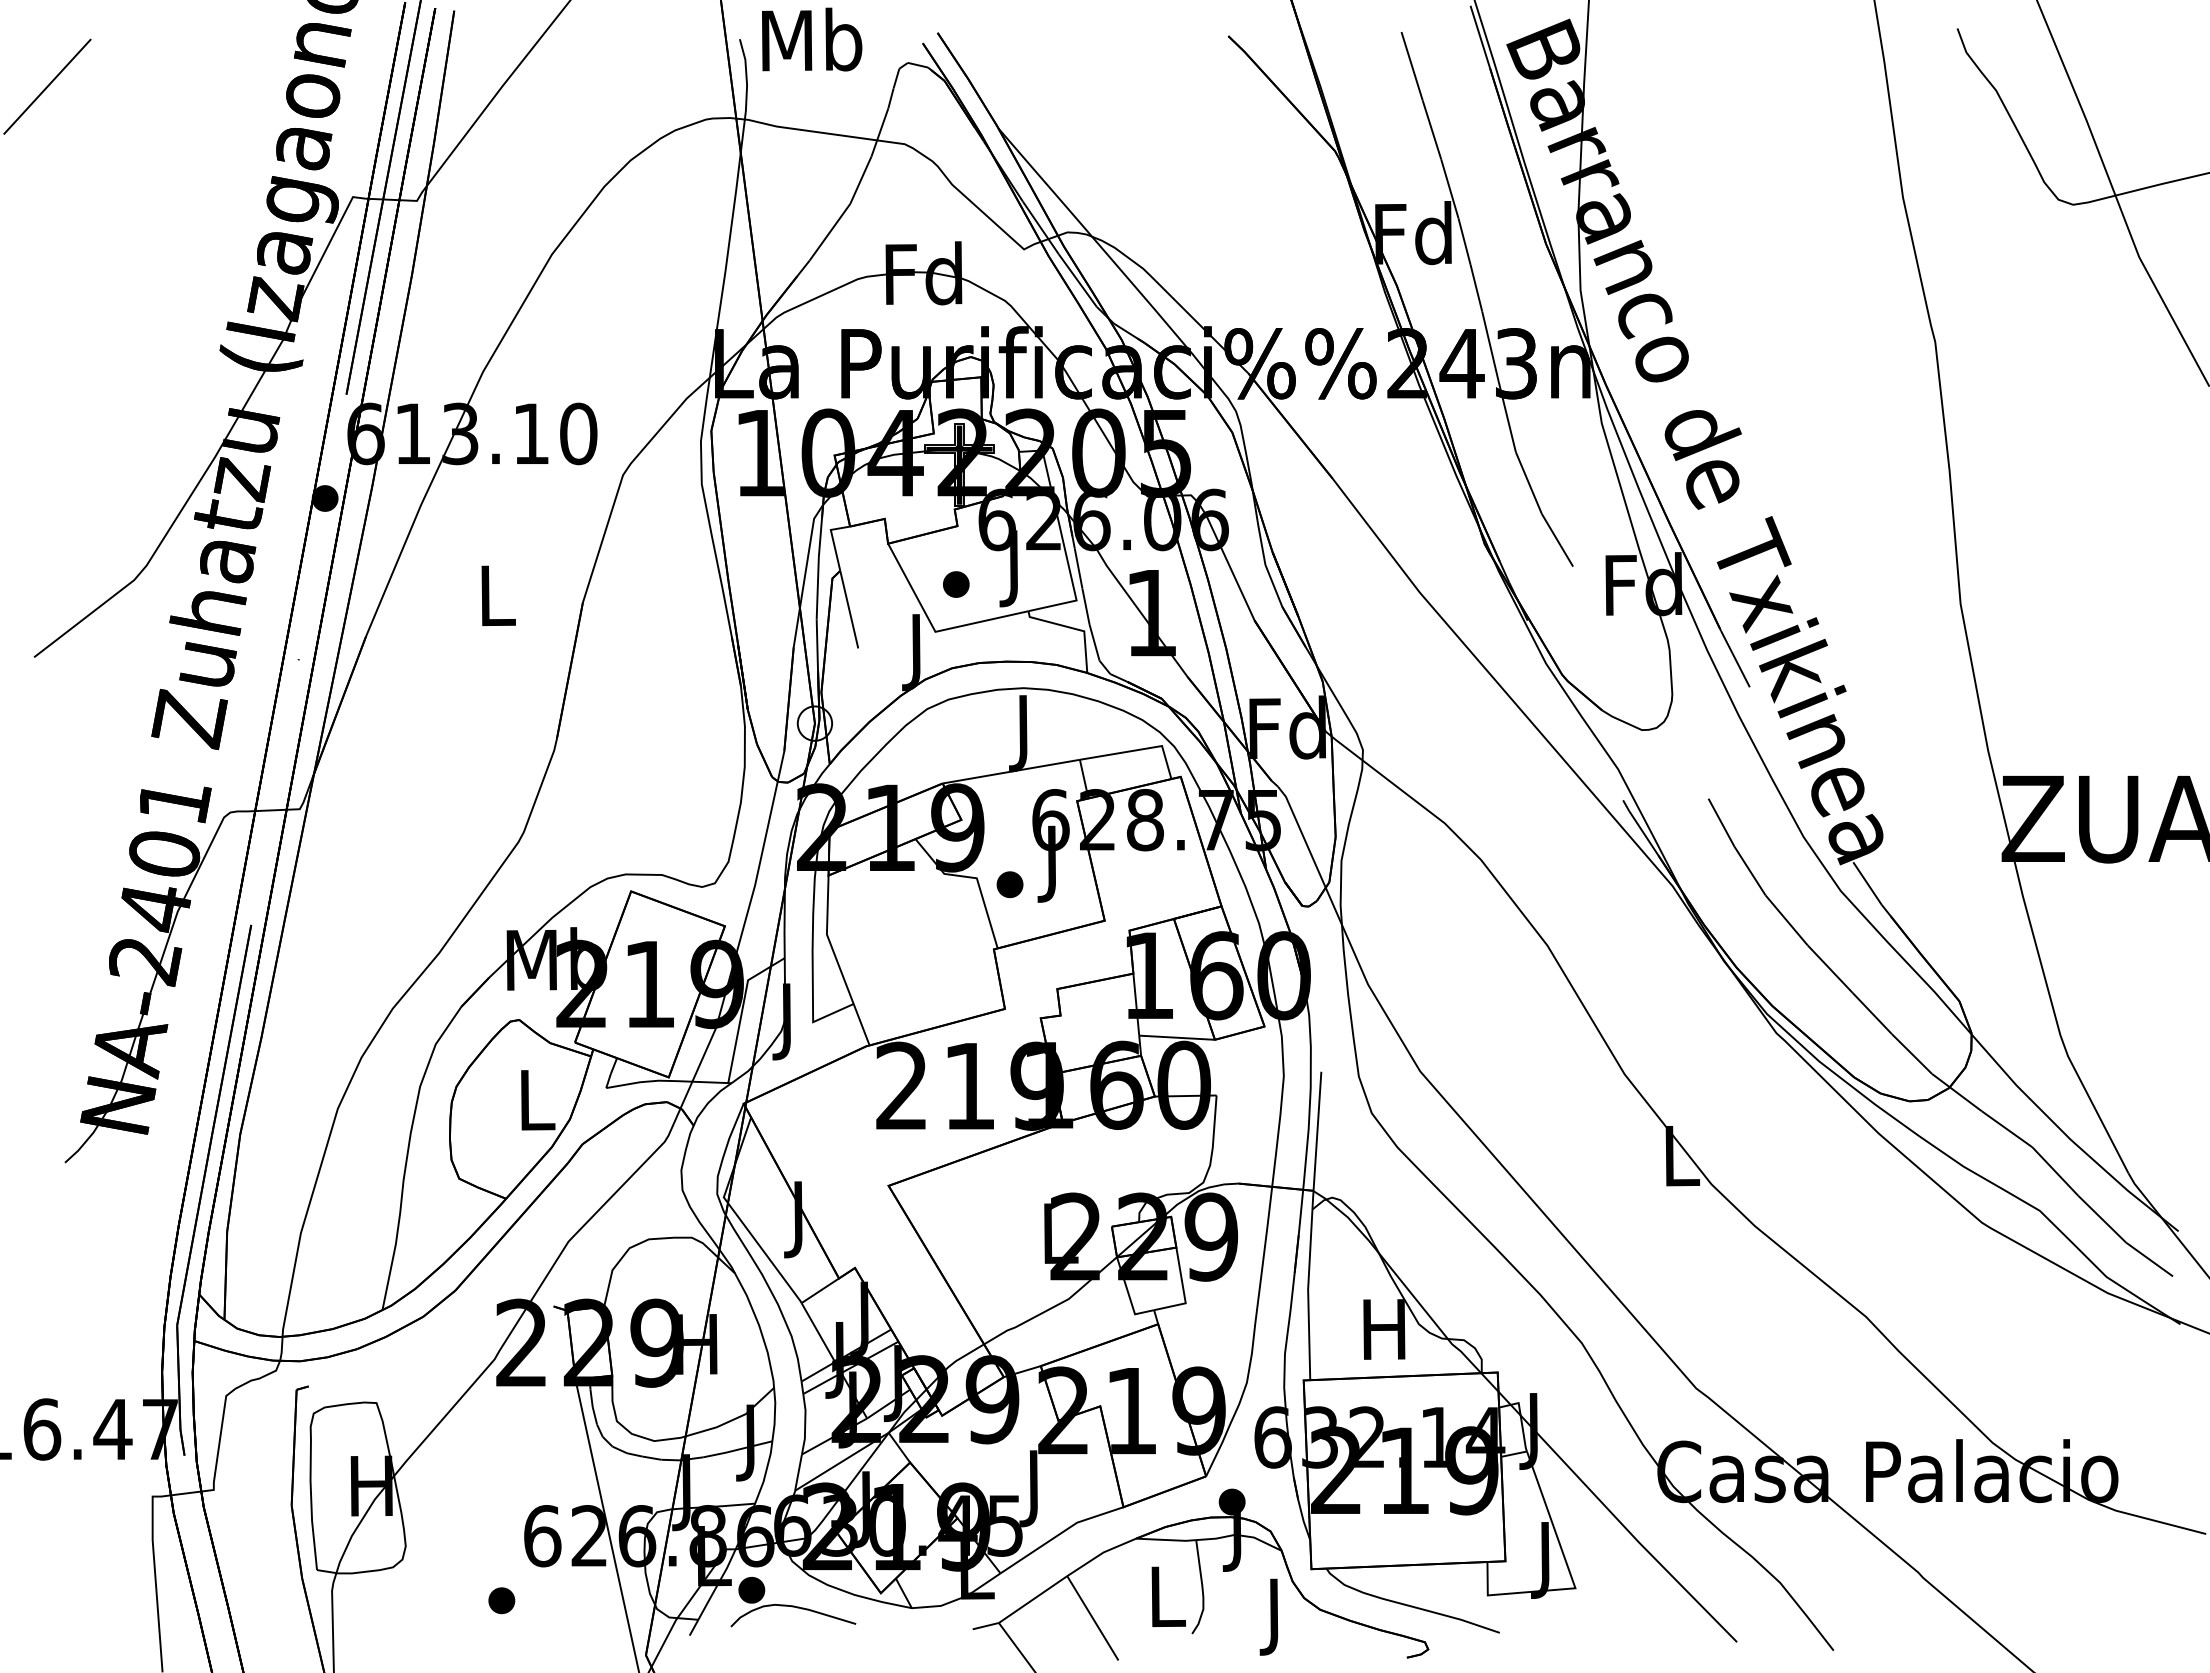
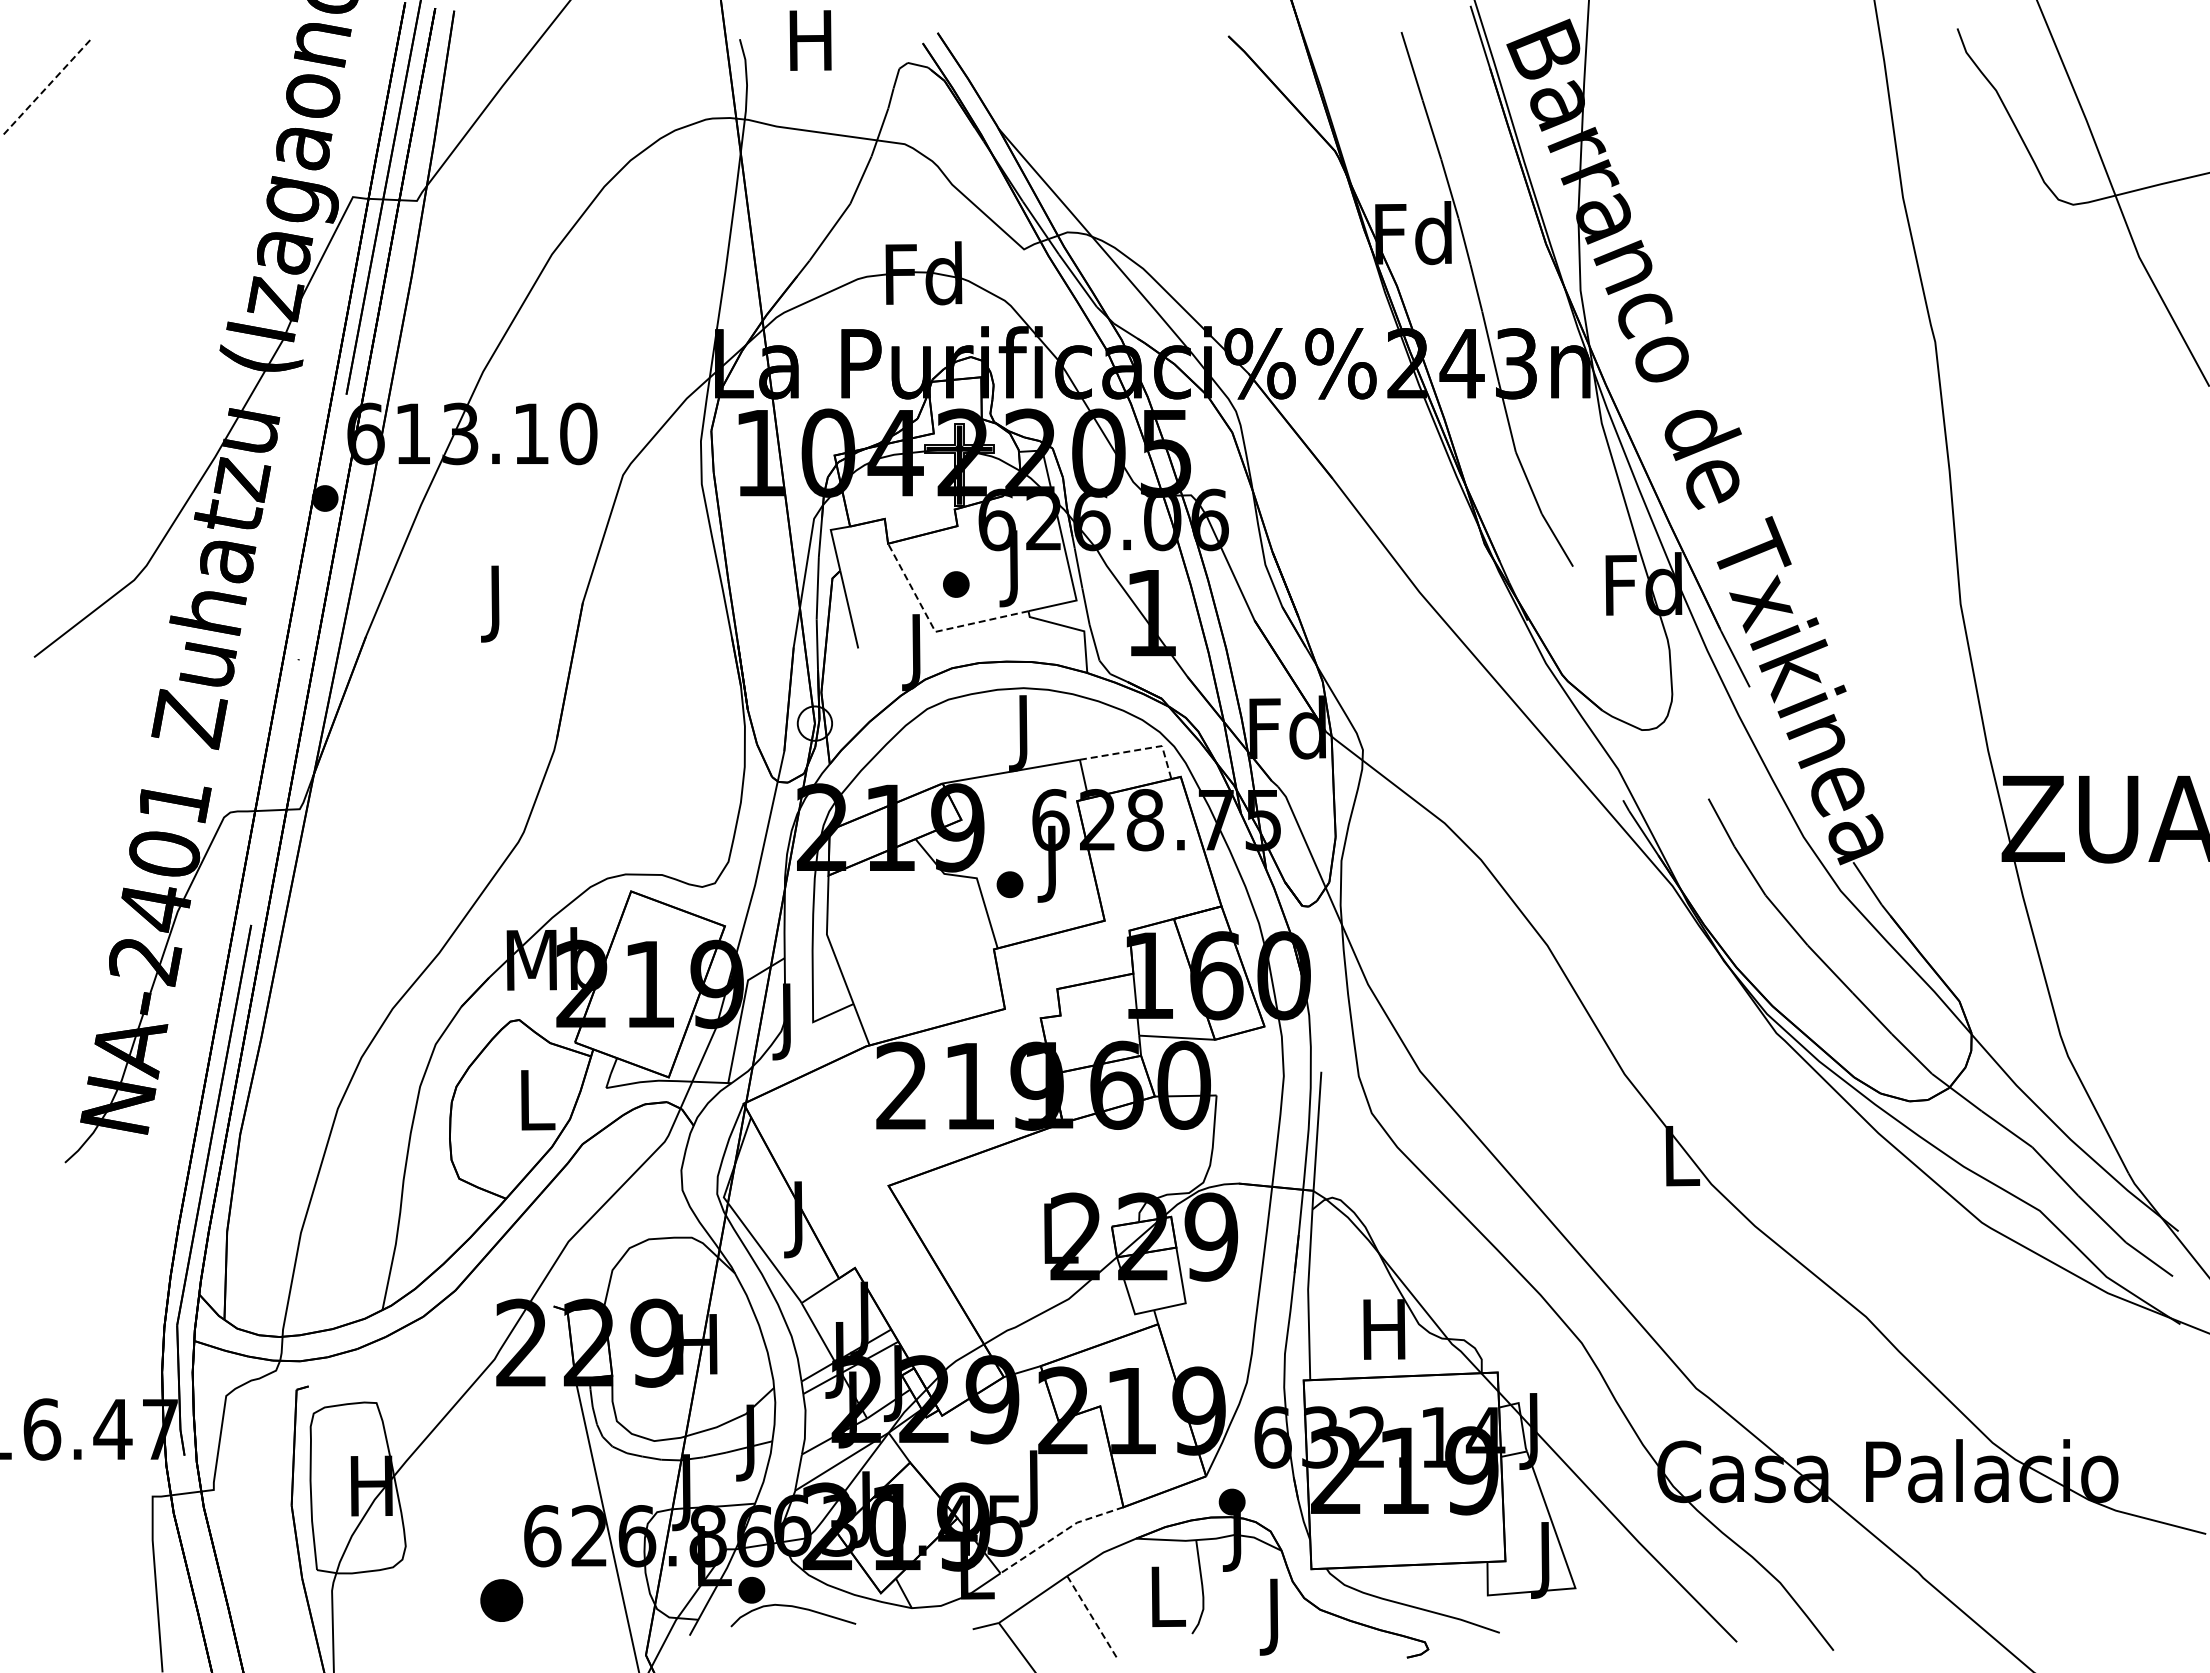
text at (812, 39): Mb -> H
line at (47, 86): solid -> dashed
text at (498, 603): L -> J
line at (934, 630): solid -> dashed
line at (1138, 749): solid -> dashed
line at (1059, 1534): solid -> dashed
part at (501, 1600) size: 28x28 px -> 44x43 px
line at (1093, 1618): solid -> dashed
